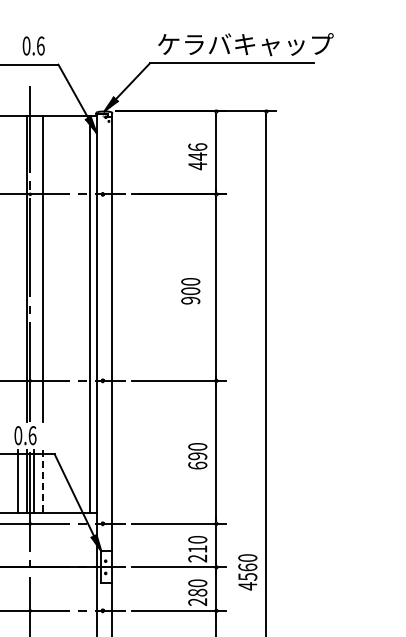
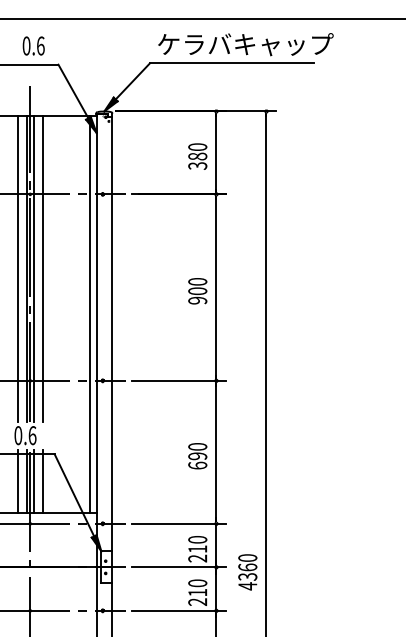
line at (202, 19): none -> present
text at (197, 156): 446 -> 380
line at (17, 268): none -> present
line at (33, 268): none -> present
text at (190, 291) position: (190, 291) -> (197, 291)
line at (42, 481): dashed -> solid
text at (247, 576): 4560 -> 4360
text at (197, 592): 280 -> 210
